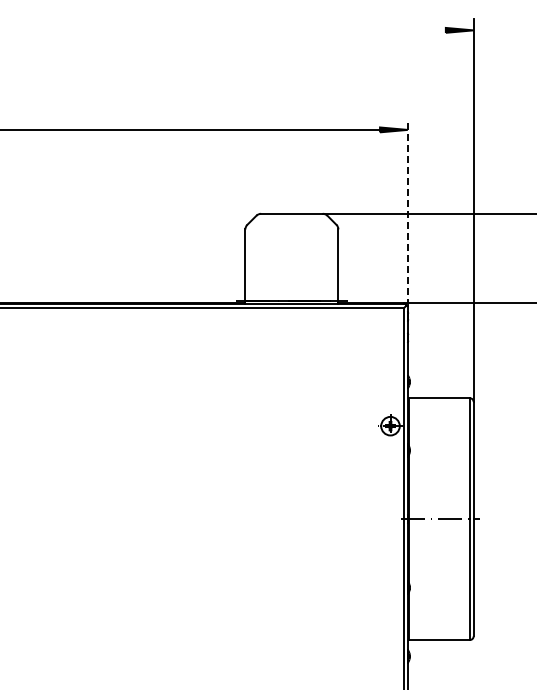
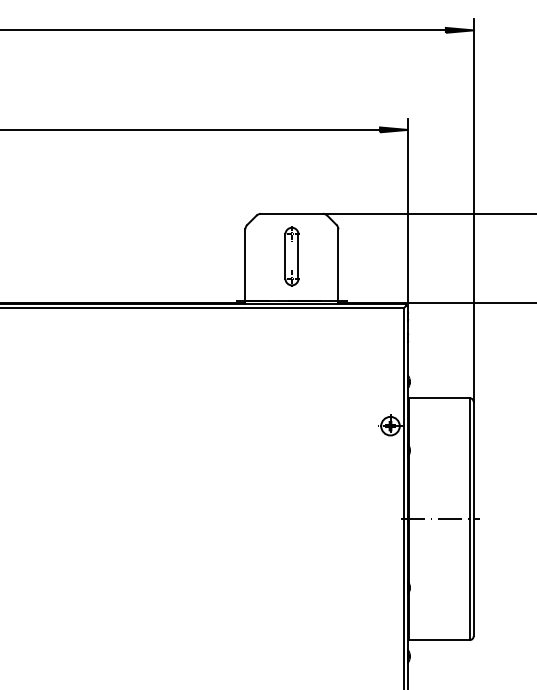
line at (223, 30): none -> present
line at (407, 212): dashed -> solid
part at (291, 256): none -> present
